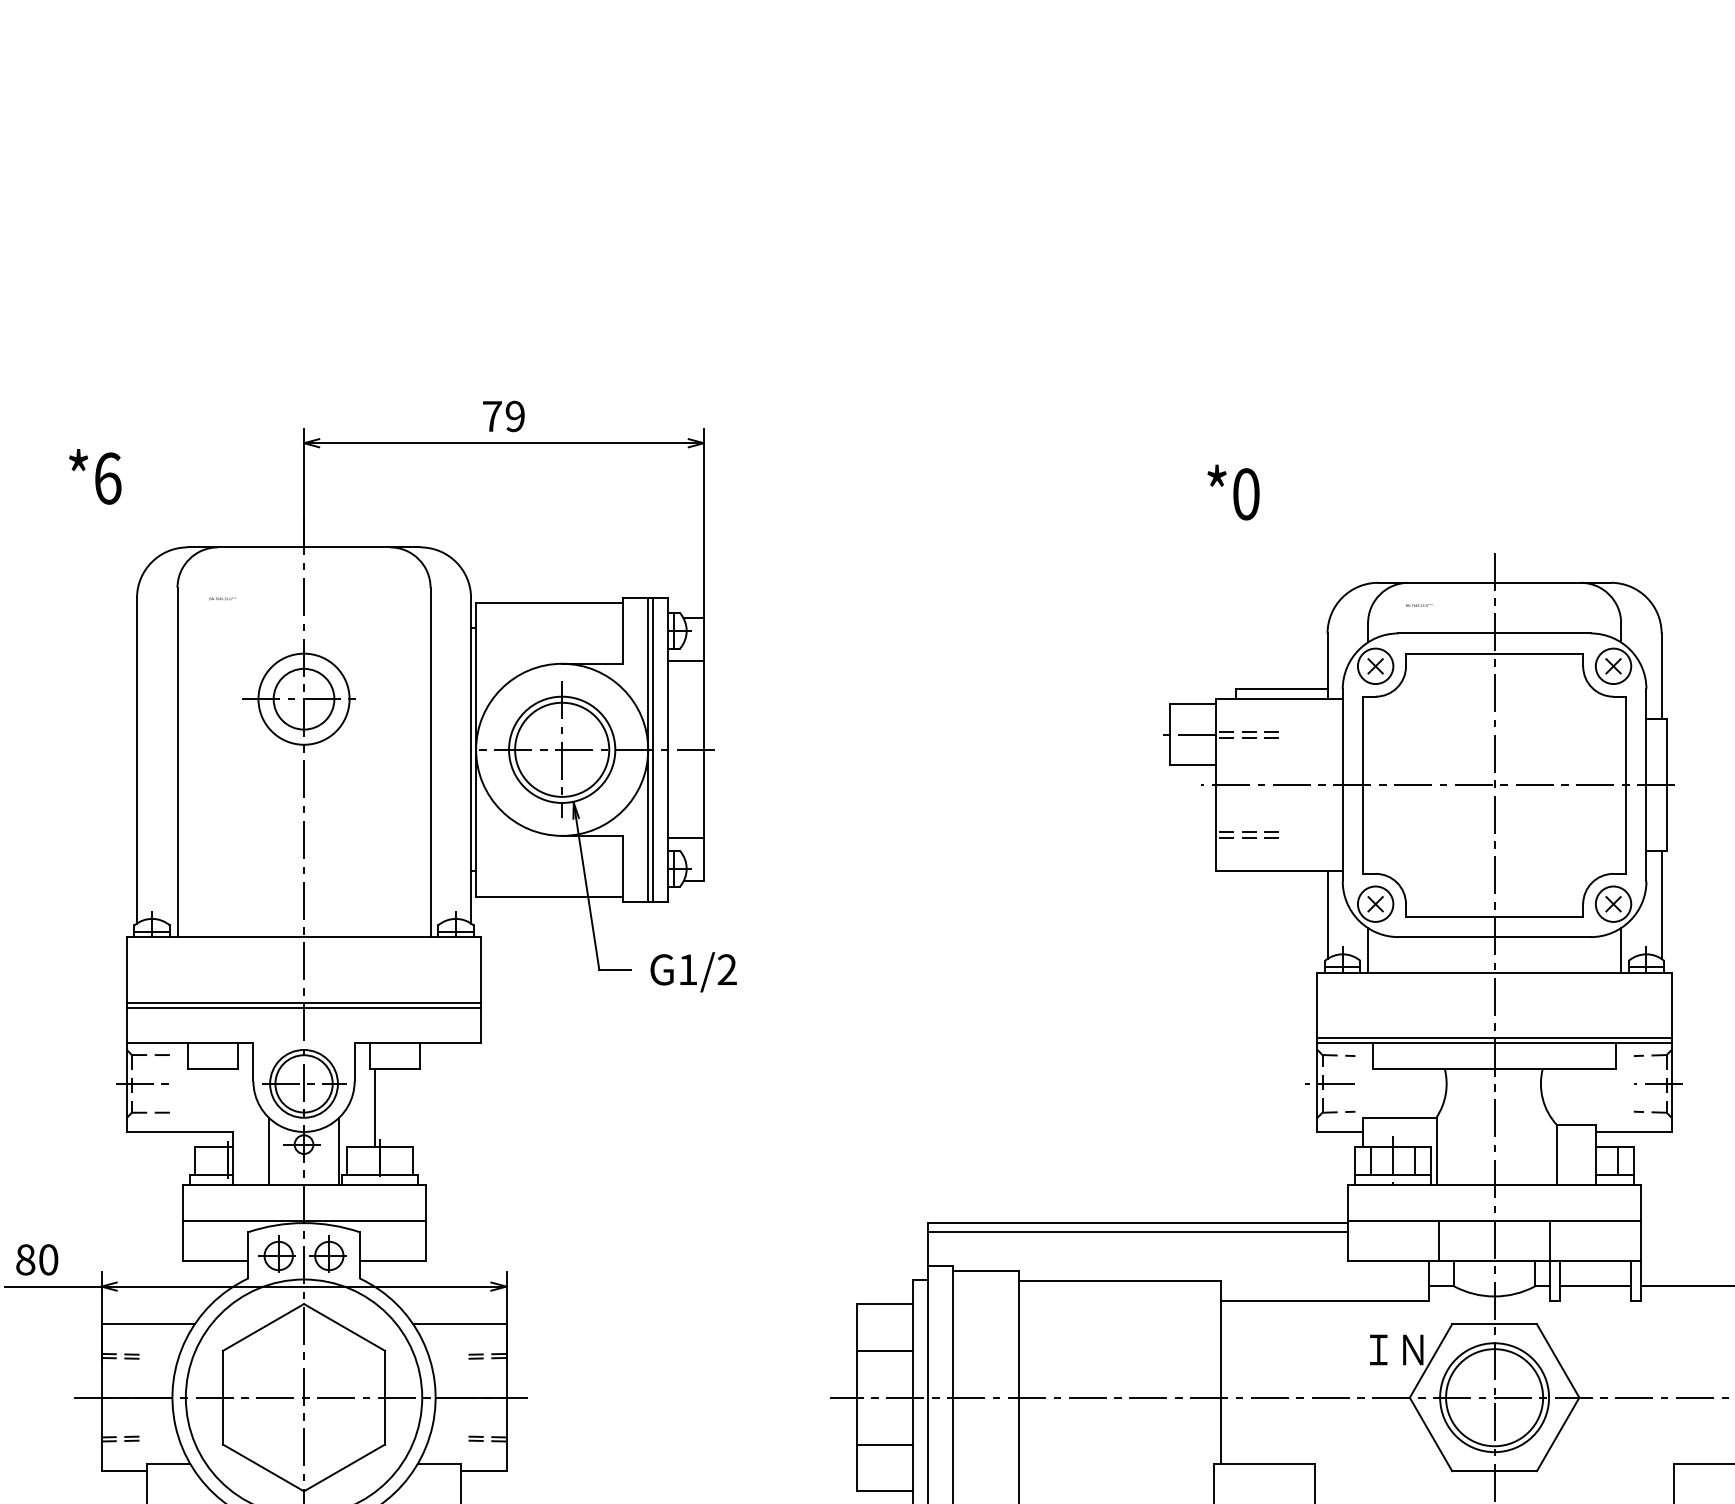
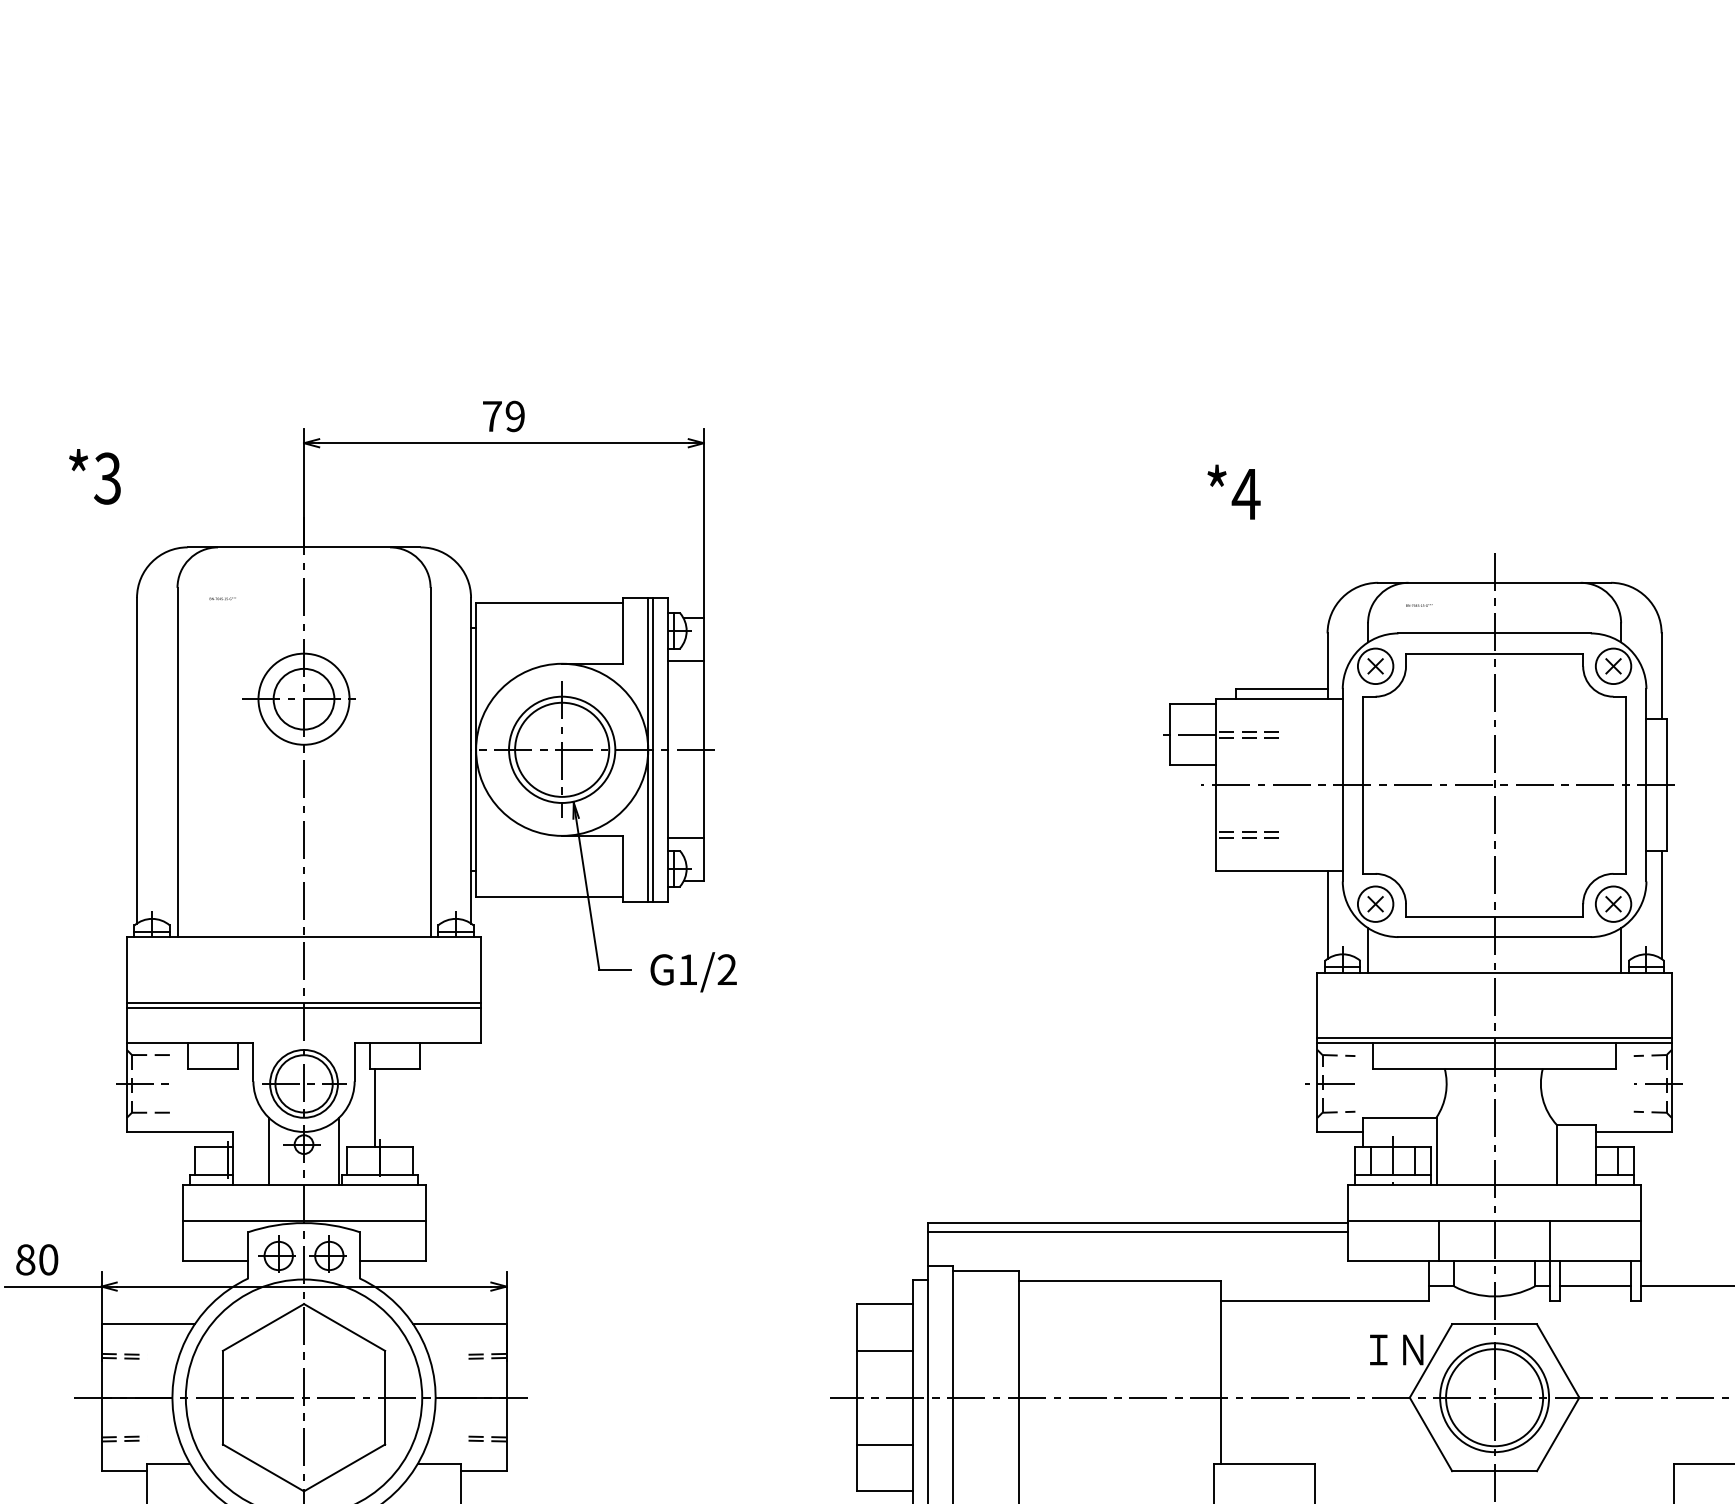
text at (107, 478): *6 -> *3
text at (1245, 494): *0 -> *4
